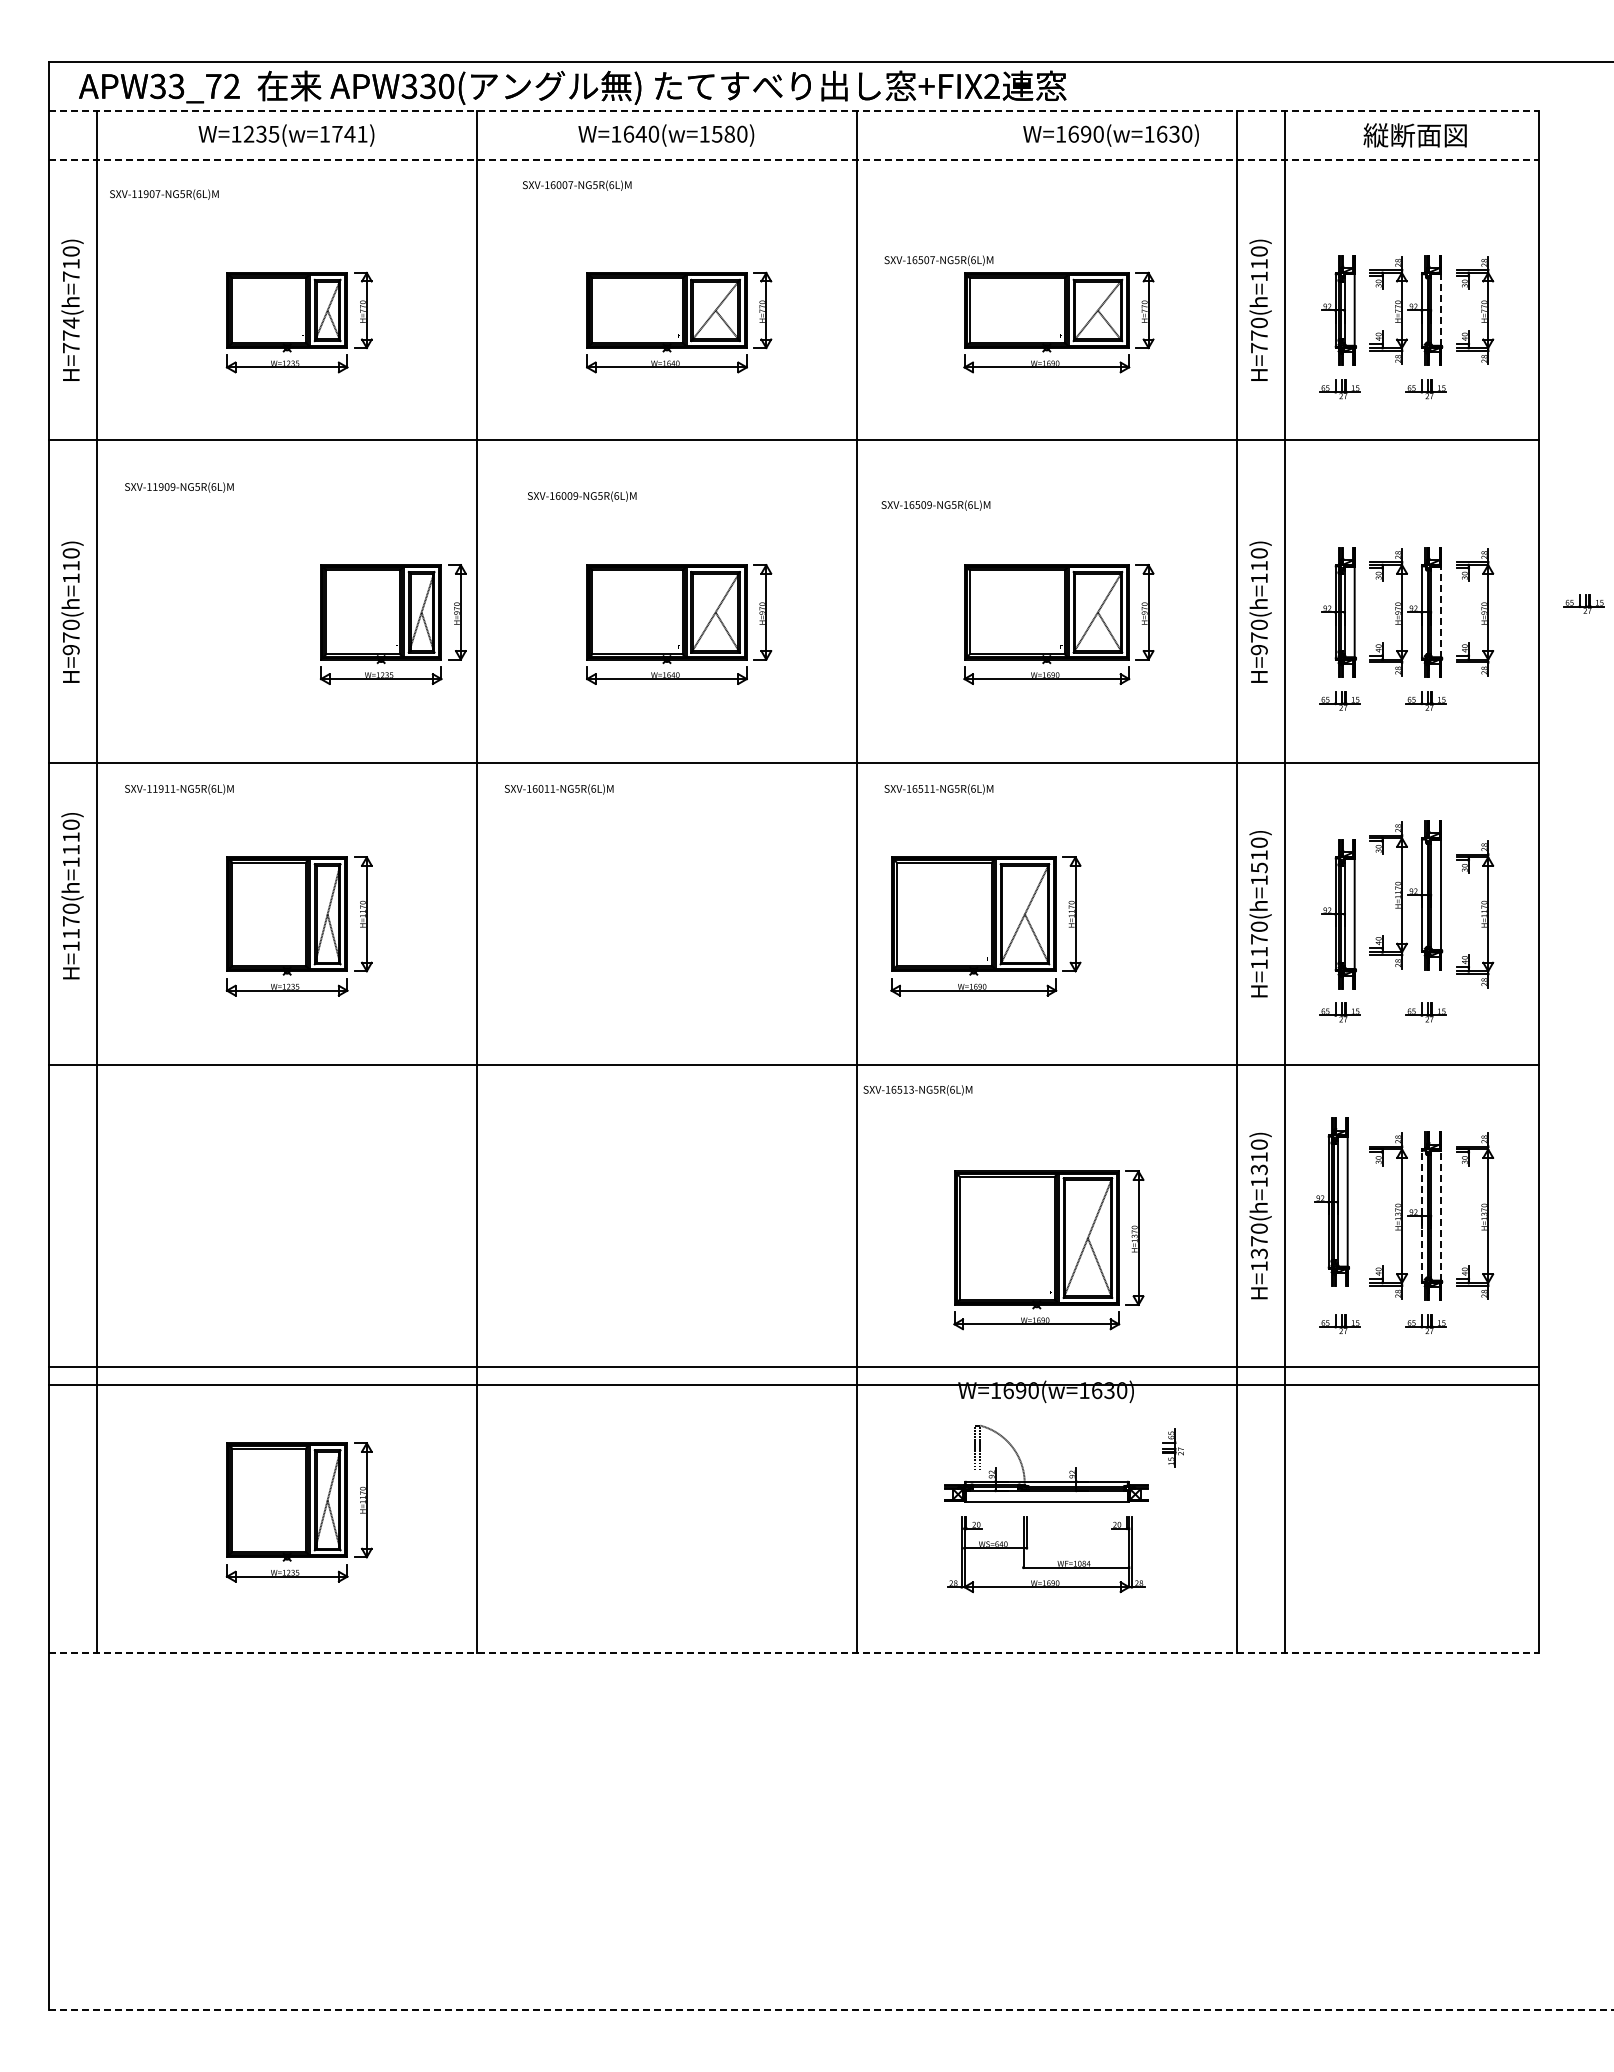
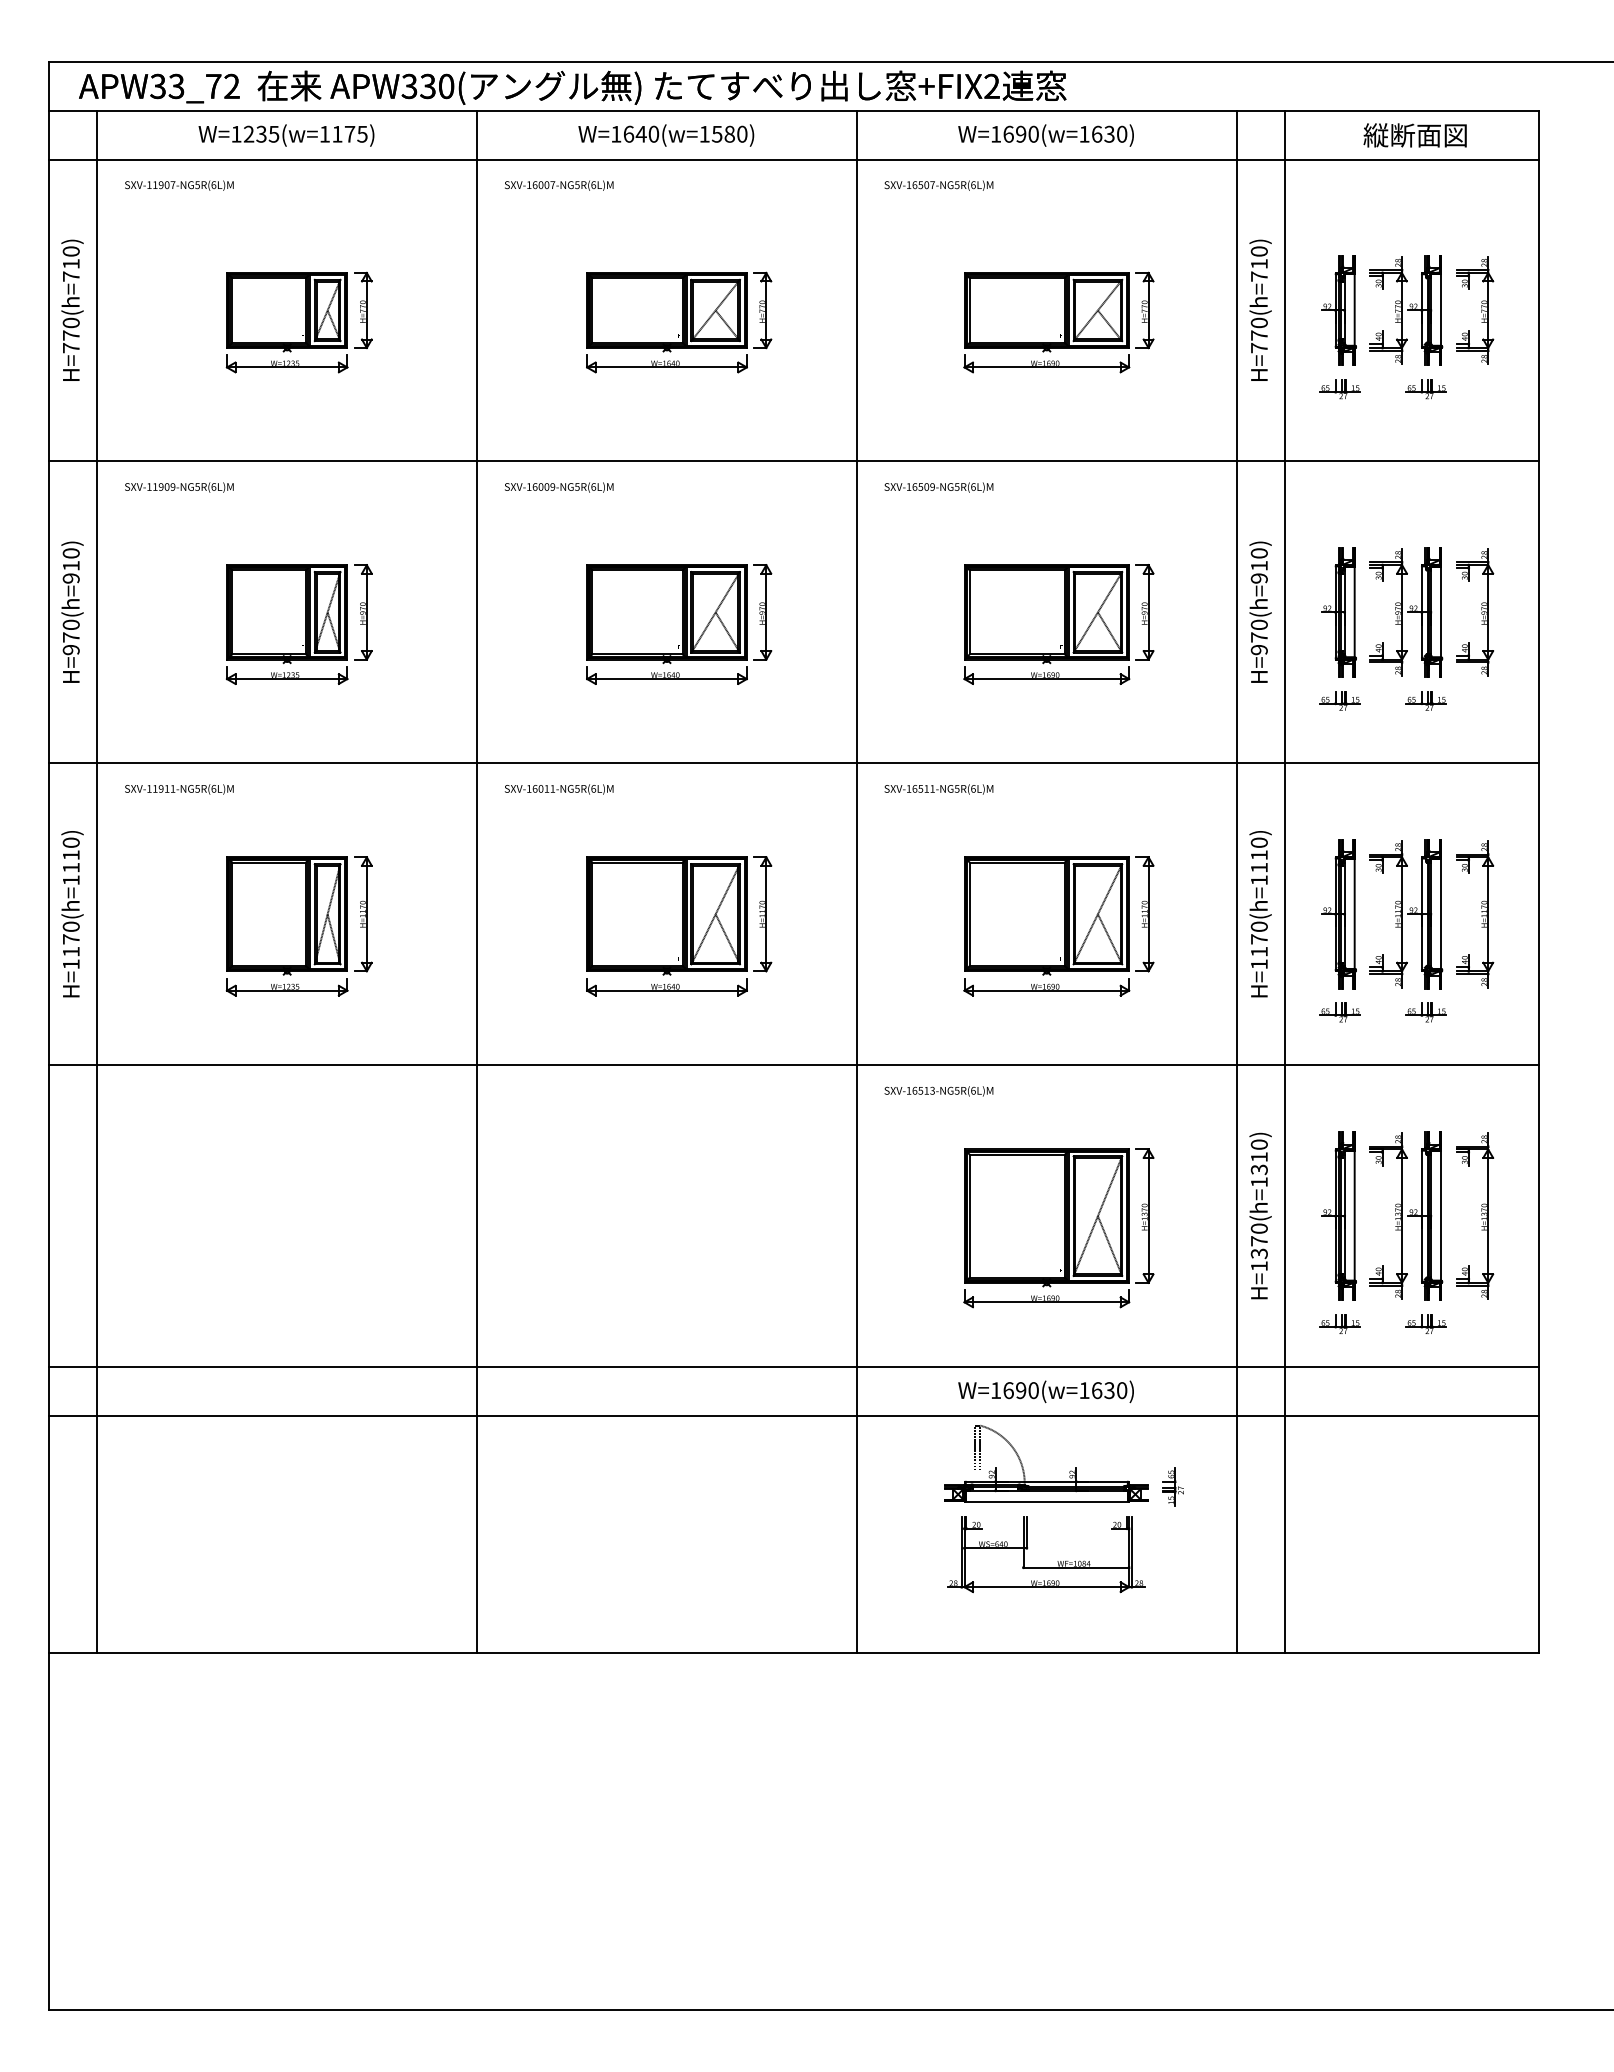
line at (793, 110): dashed -> solid
text at (349, 134): W=1235(w=1741) -> W=1235(w=1175)
text at (1110, 135) position: (1110, 135) -> (1045, 135)
line at (793, 159): dashed -> solid
text at (577, 185) position: (577, 185) -> (559, 185)
text at (164, 194) position: (164, 194) -> (179, 185)
text at (938, 260) position: (938, 260) -> (938, 185)
text at (1259, 276): H=770(h=110) -> H=770(h=710)
line at (1440, 310): dashed -> solid
text at (70, 322): H=774(h=710) -> H=770(h=710)
line at (793, 440) position: (793, 440) -> (793, 461)
text at (582, 496) position: (582, 496) -> (559, 487)
text at (935, 505) position: (935, 505) -> (938, 487)
text at (70, 578): H=970(h=110) -> H=970(h=910)
text at (1258, 578): H=970(h=110) -> H=970(h=910)
part at (1583, 603): present -> none
line at (1440, 612): dashed -> solid
part at (393, 624) position: (393, 624) -> (299, 624)
text at (1259, 867): H=1170(h=1510) -> H=1170(h=1110)
part at (1406, 895) position: (1406, 895) -> (1406, 914)
text at (72, 896) position: (72, 896) -> (72, 914)
part at (679, 926): none -> present
part at (985, 926) position: (985, 926) -> (1058, 926)
text at (917, 1090) position: (917, 1090) -> (938, 1091)
part at (1331, 1201) position: (1331, 1201) -> (1338, 1215)
line at (1440, 1215): dashed -> solid
line at (1421, 1216): dashed -> solid
part at (1048, 1250) position: (1048, 1250) -> (1058, 1228)
line at (793, 1384) position: (793, 1384) -> (793, 1415)
part at (1172, 1447) position: (1172, 1447) -> (1172, 1486)
part at (298, 1512): present -> none
line at (793, 1653): dashed -> solid
line at (831, 2009): dashed -> solid
